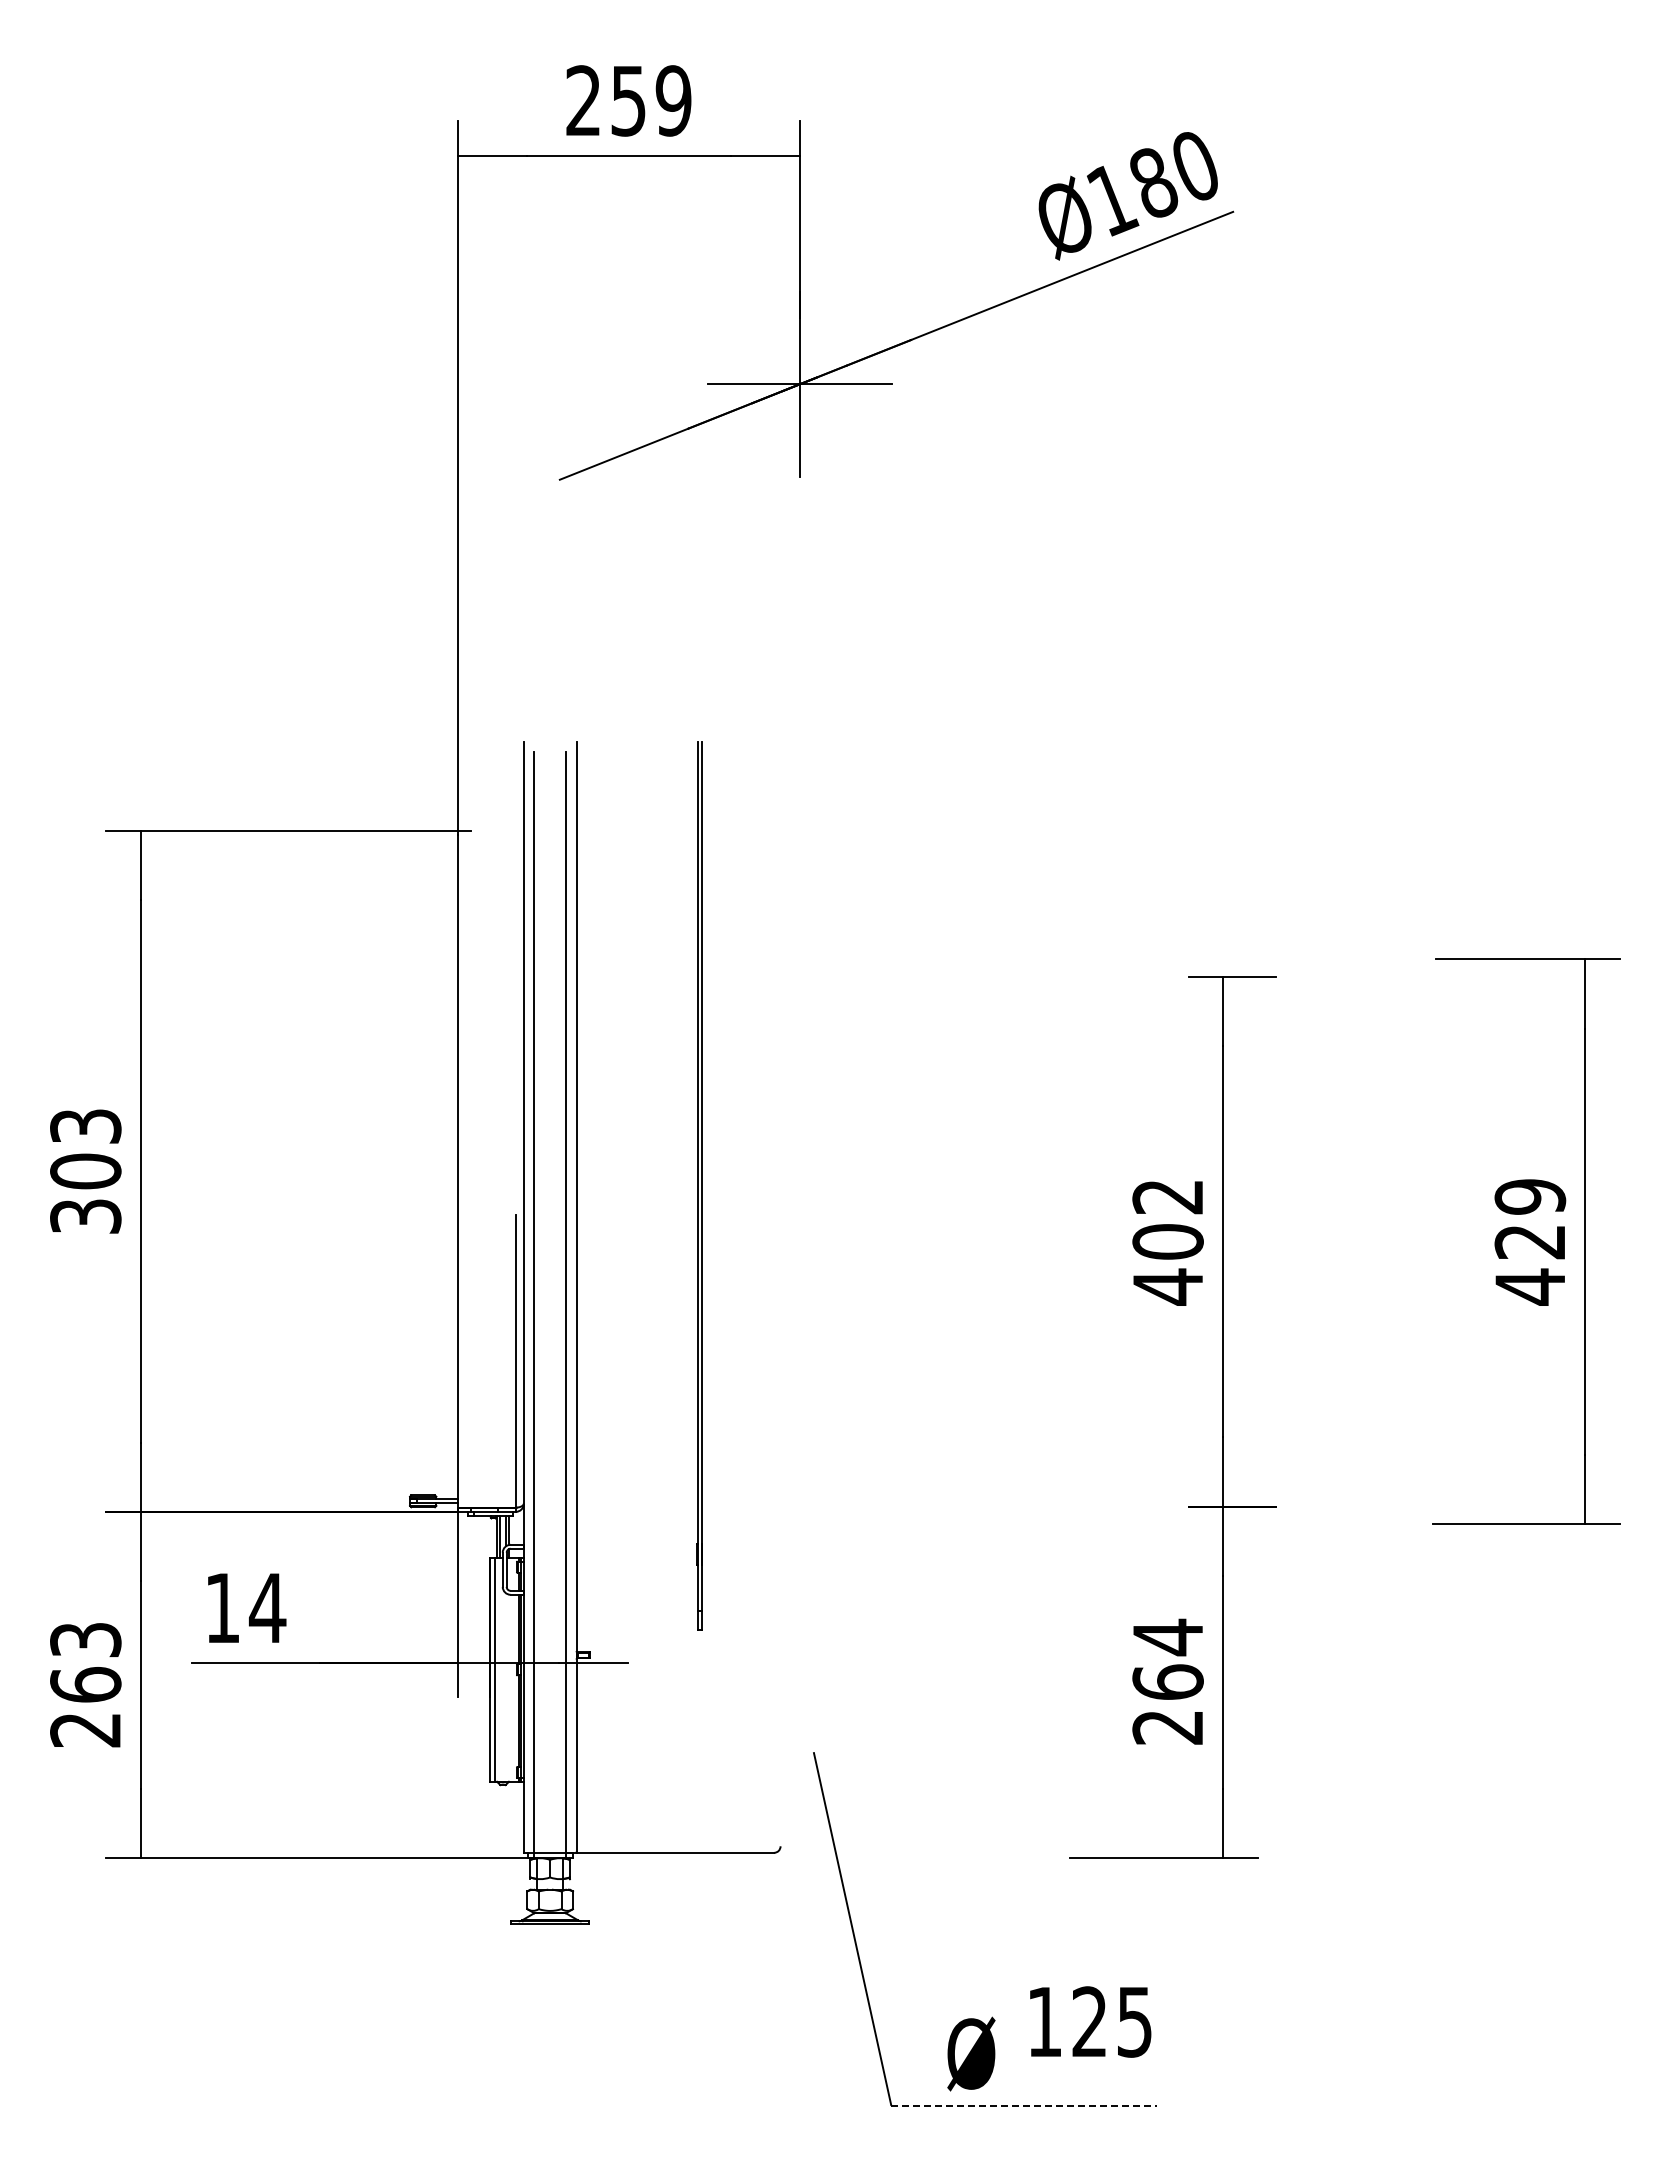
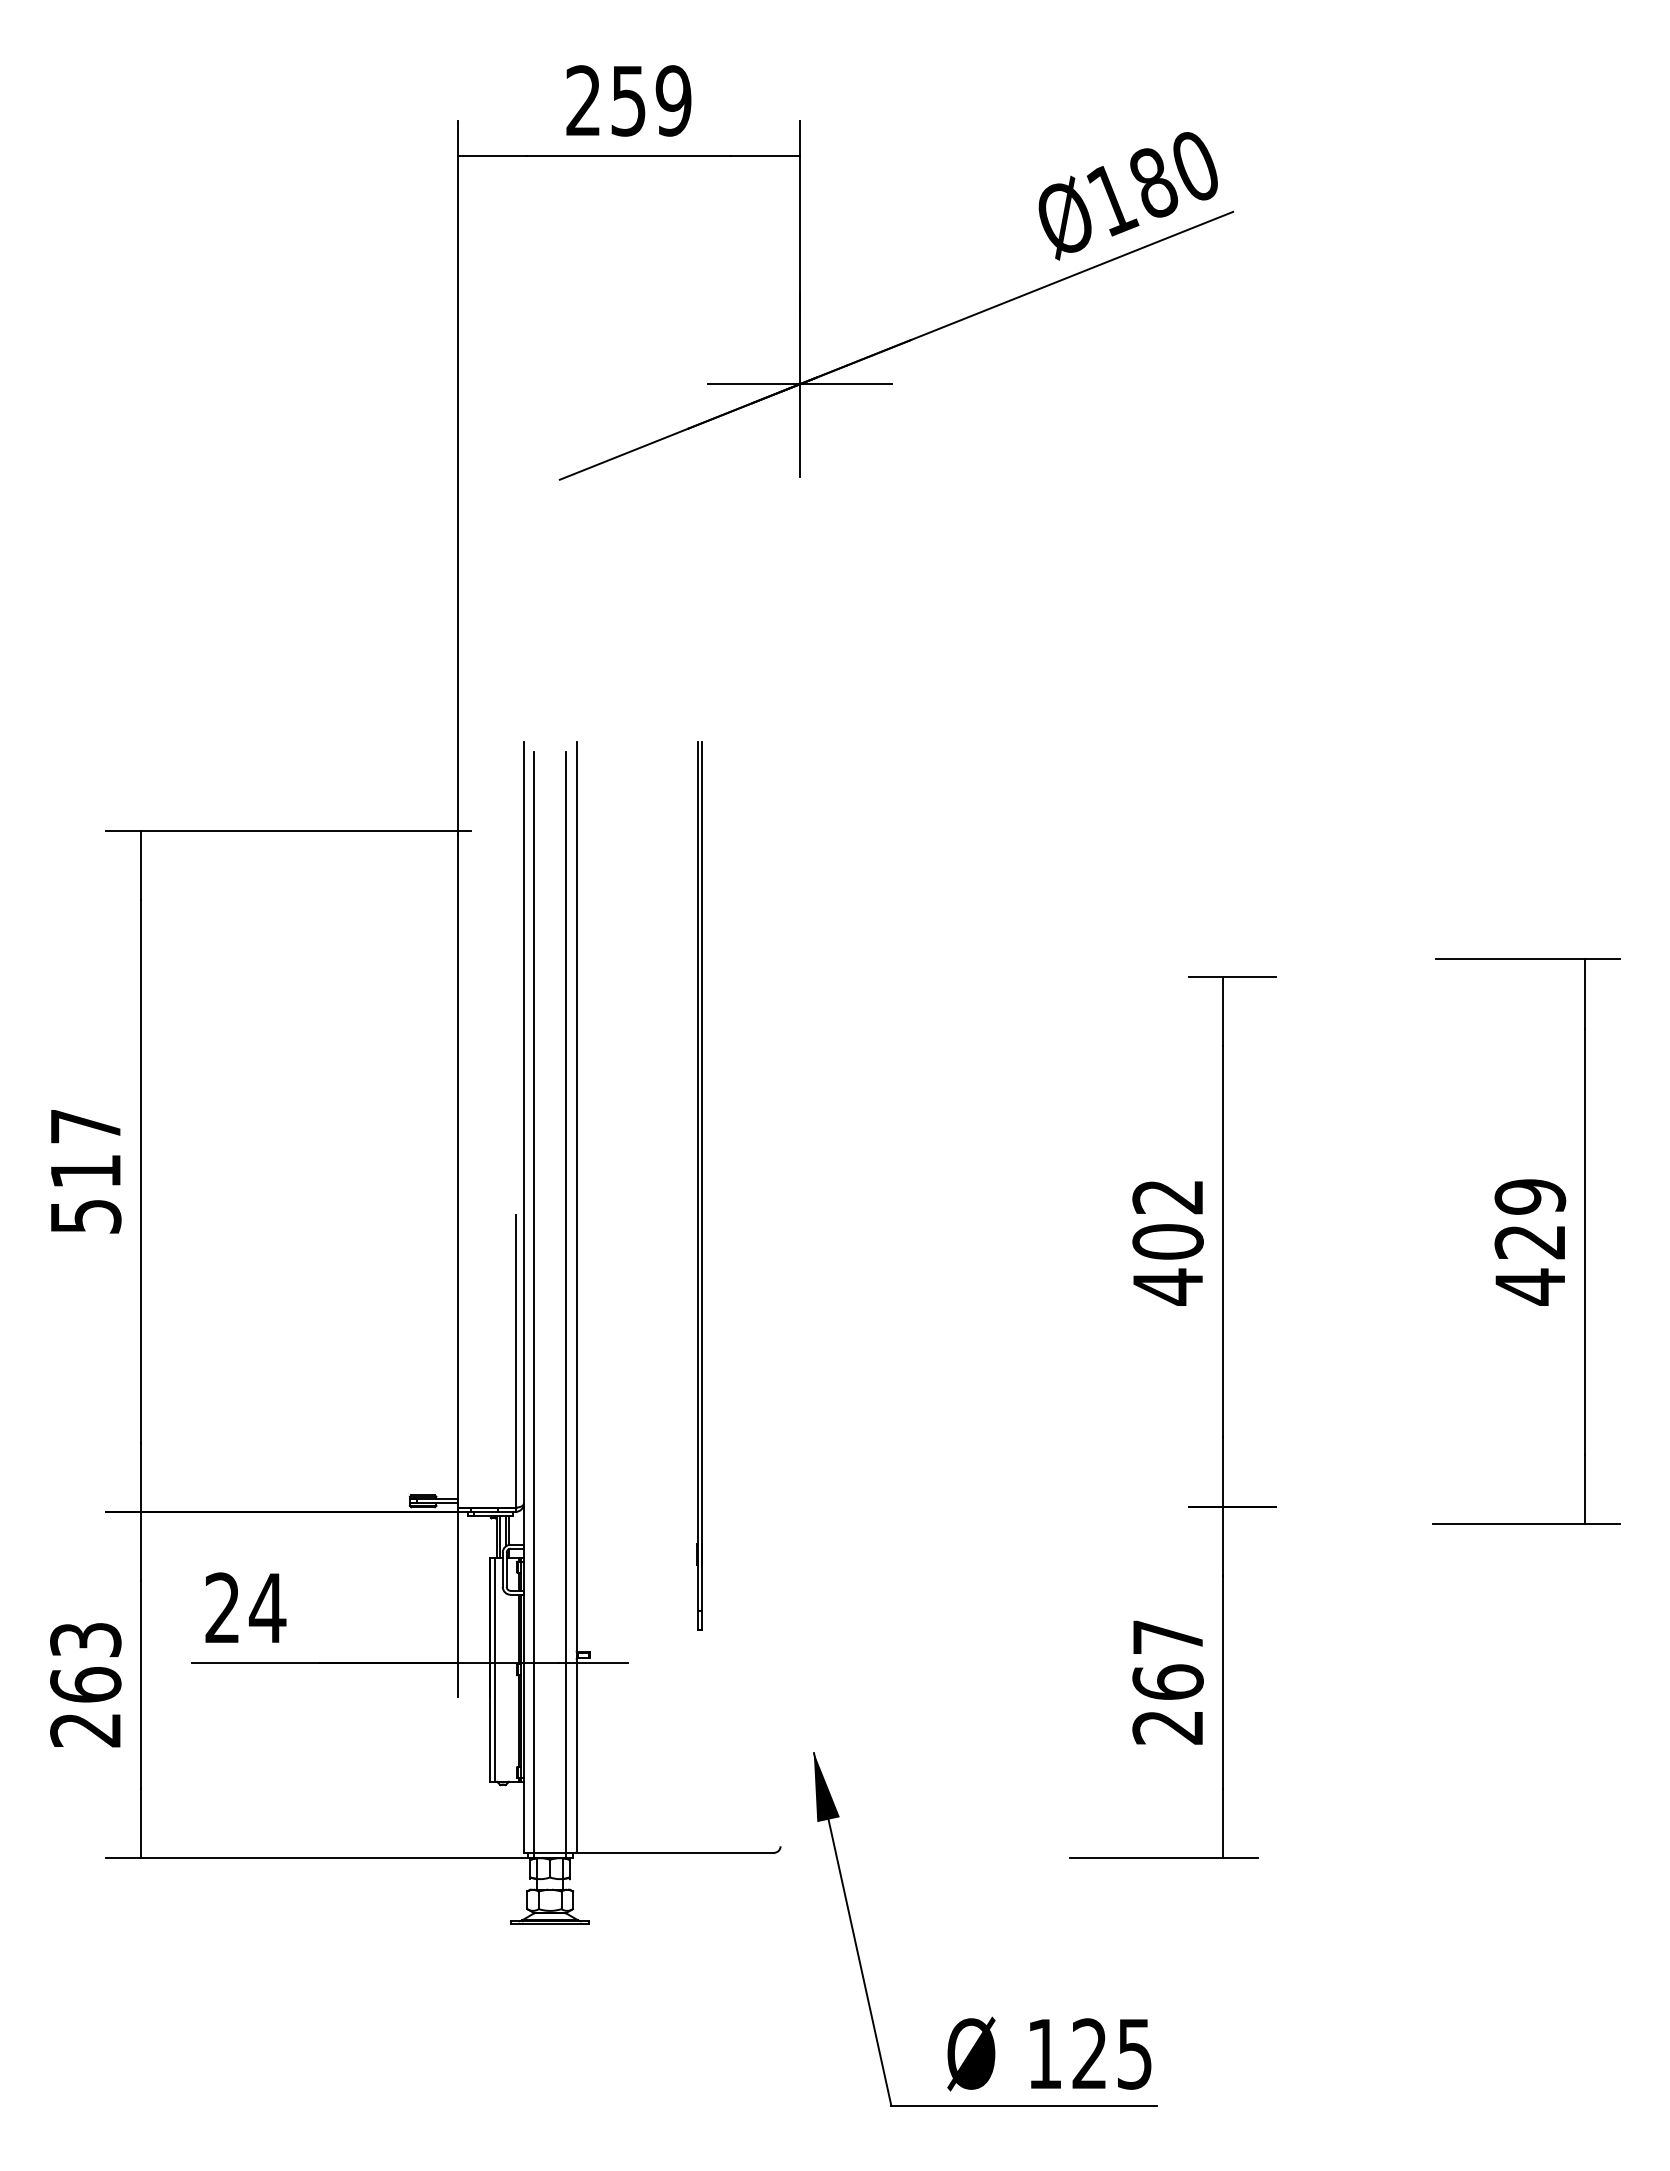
text at (85, 1171): 303 -> 517
text at (221, 1607): 14 -> 24
text at (1167, 1637): 264 -> 267
fill at (826, 1787): none -> present
text at (1090, 2021) position: (1090, 2021) -> (1090, 2053)
line at (1023, 2105): dashed -> solid
